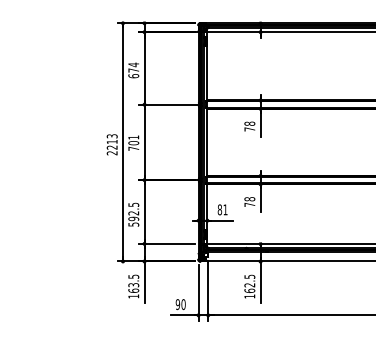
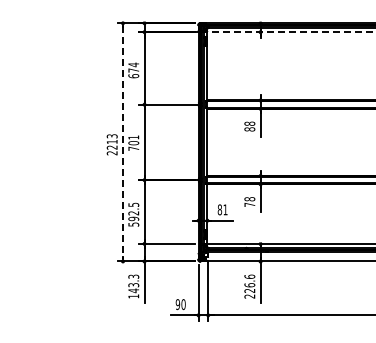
line at (288, 32): solid -> dashed
text at (249, 129): 78 -> 88
line at (123, 142): solid -> dashed
text at (133, 283): 163.5 -> 143.3
text at (249, 286): 162.5 -> 226.6
